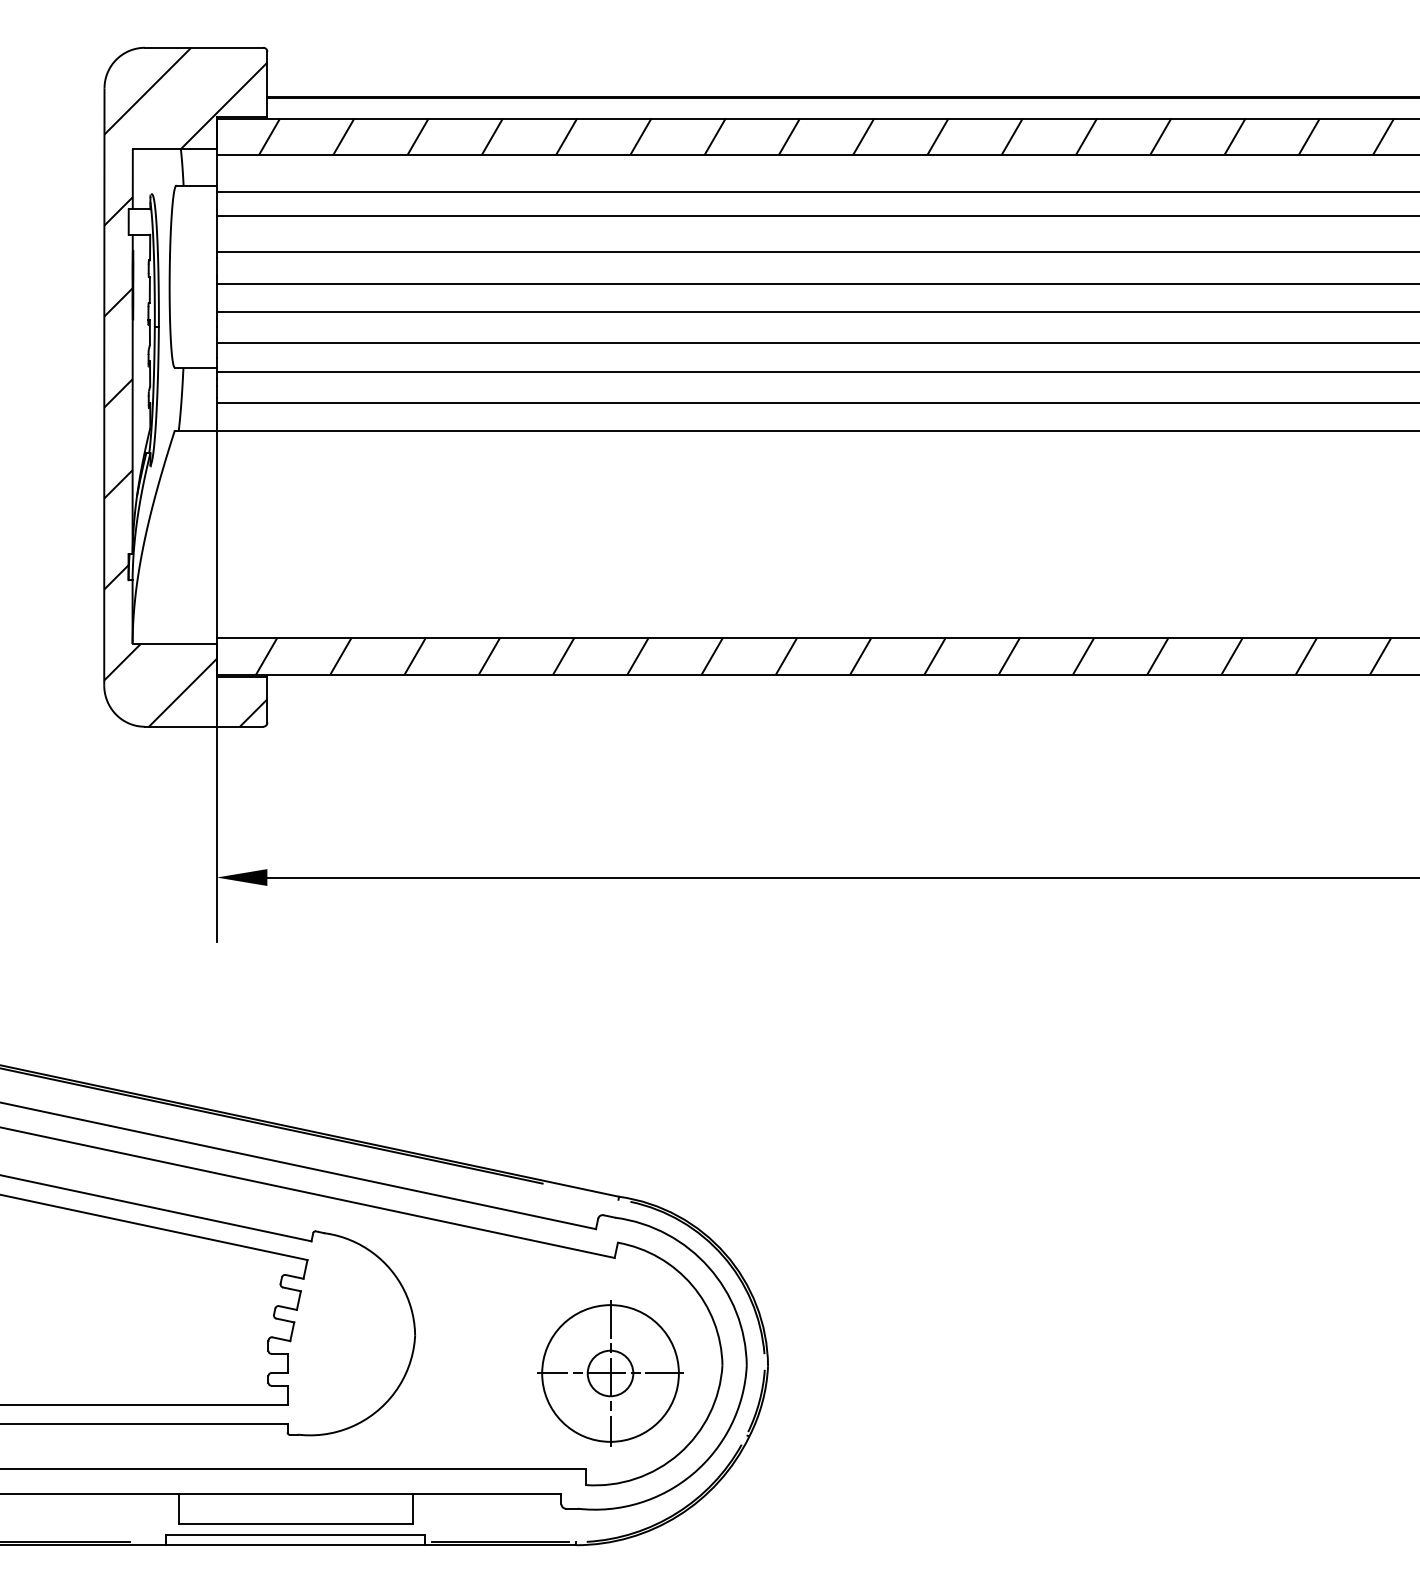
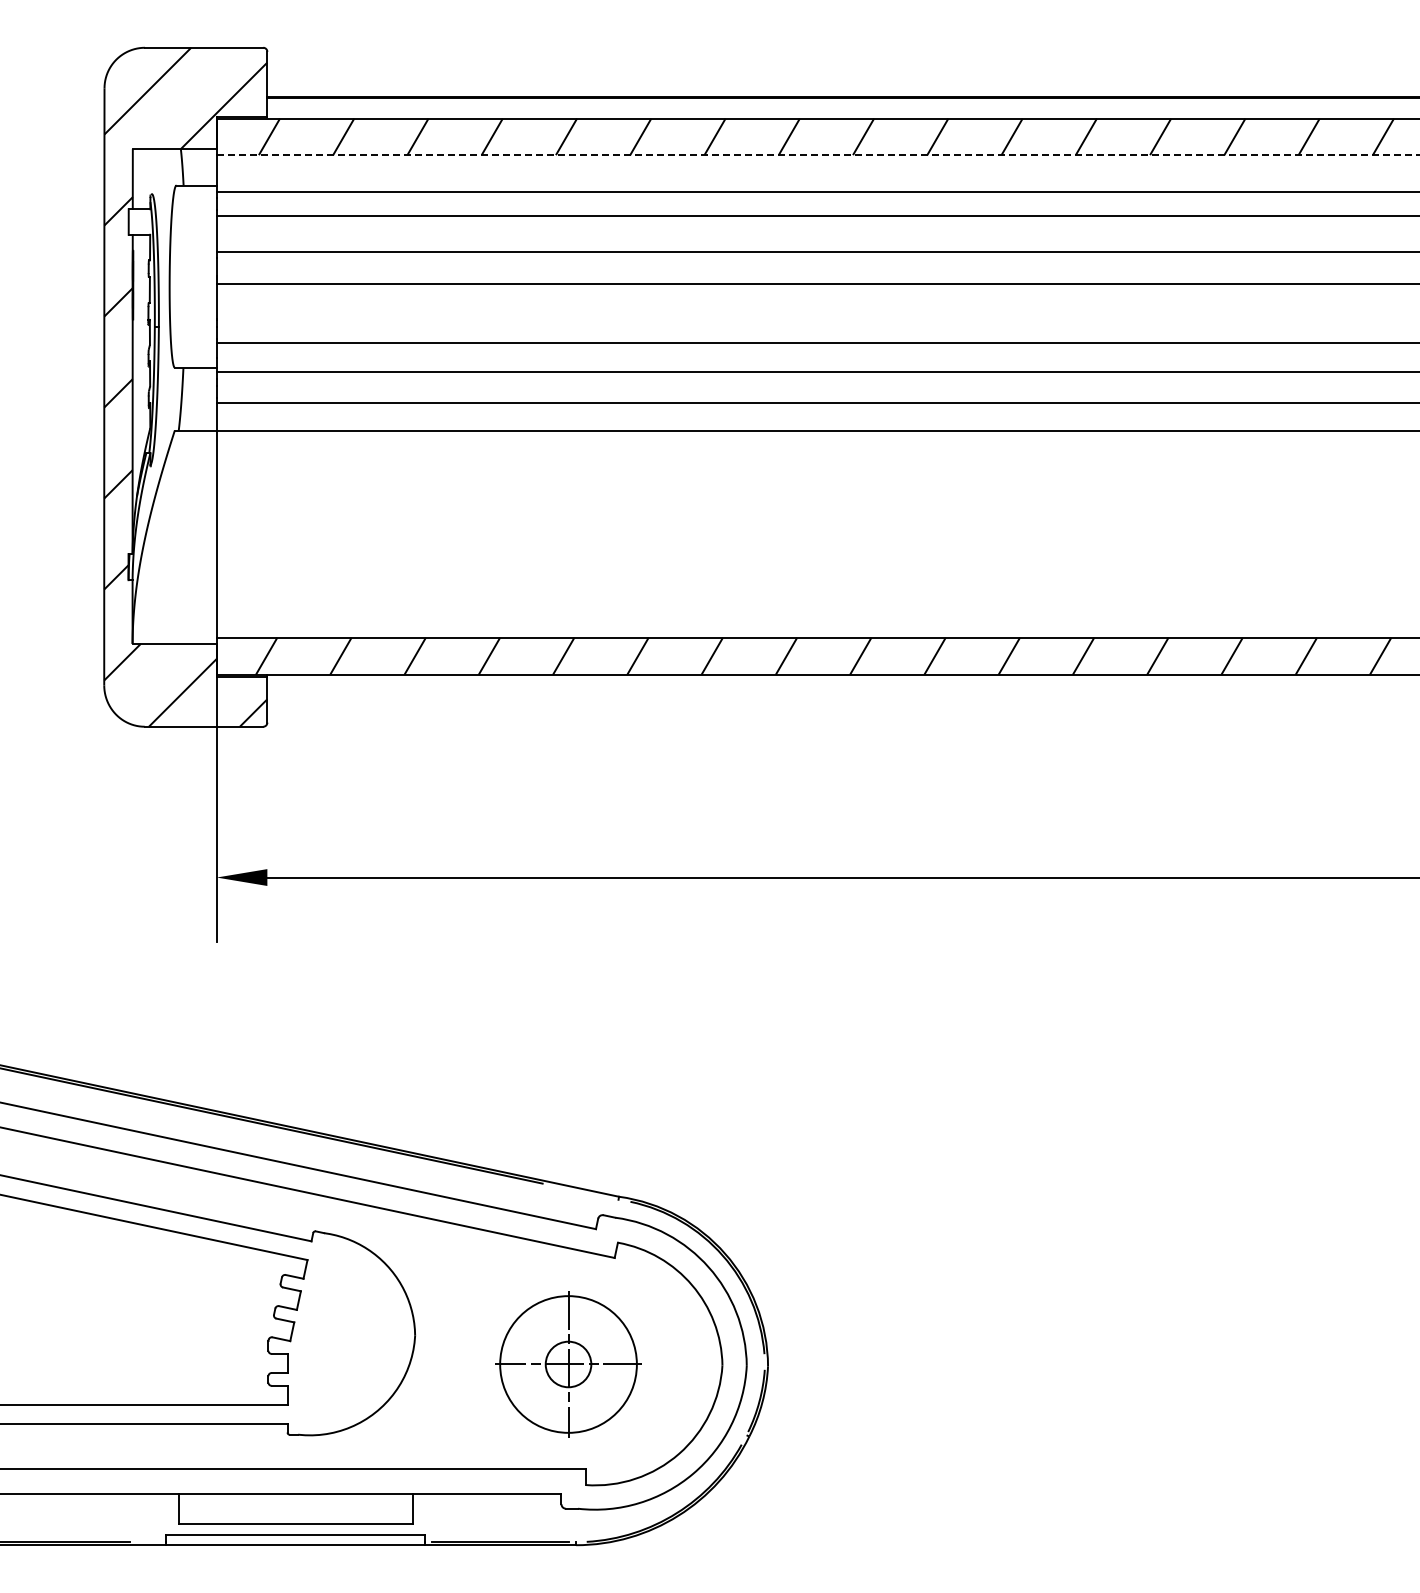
line at (818, 155): solid -> dashed
line at (816, 312): present -> none
part at (610, 1373) position: (610, 1373) -> (568, 1364)
